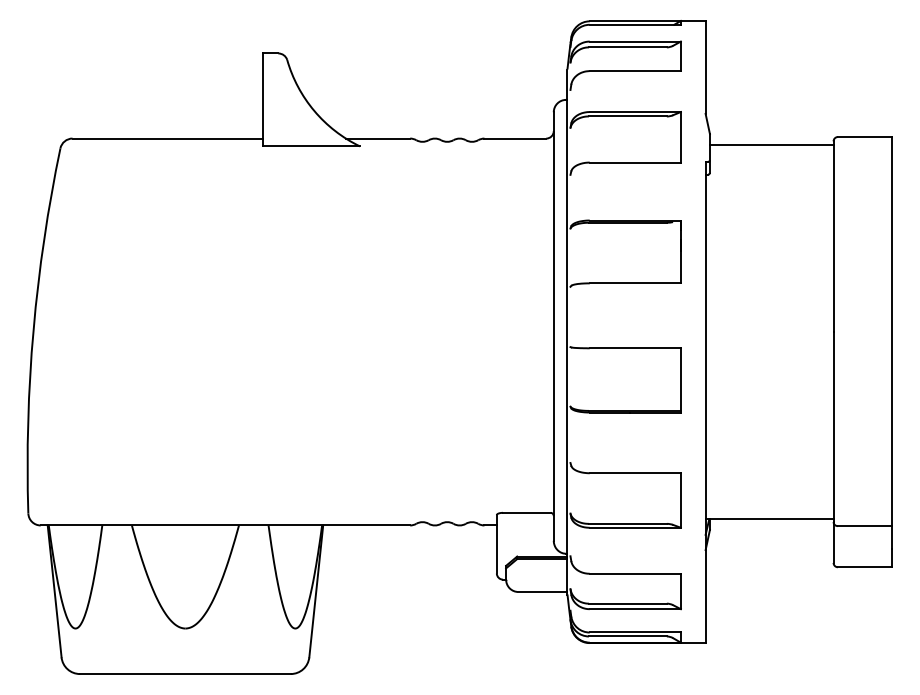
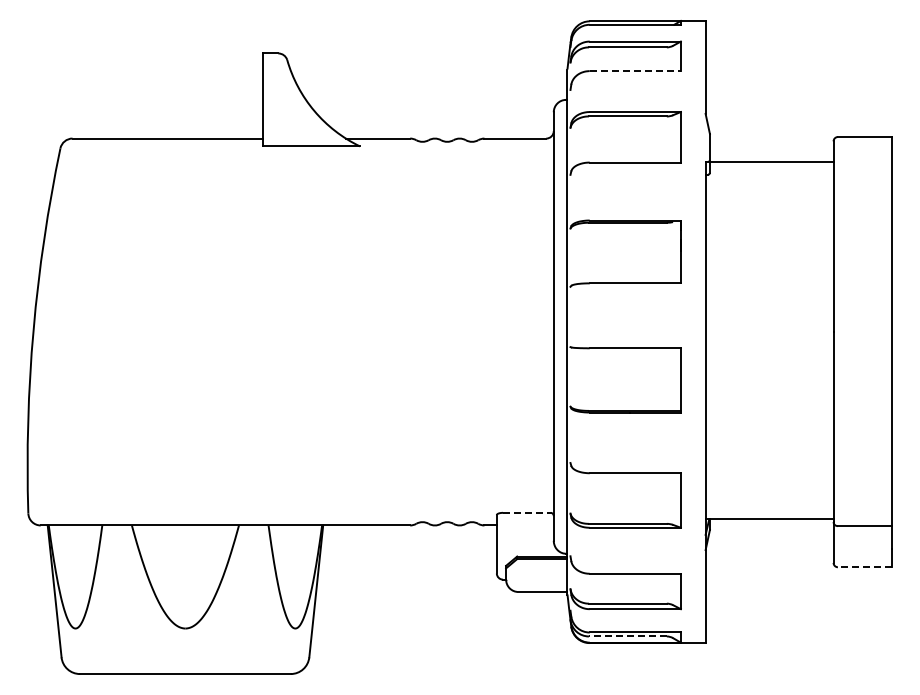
line at (635, 71): solid -> dashed
line at (771, 144) position: (771, 144) -> (771, 161)
line at (526, 512): solid -> dashed
line at (864, 567): solid -> dashed
line at (627, 636): solid -> dashed
